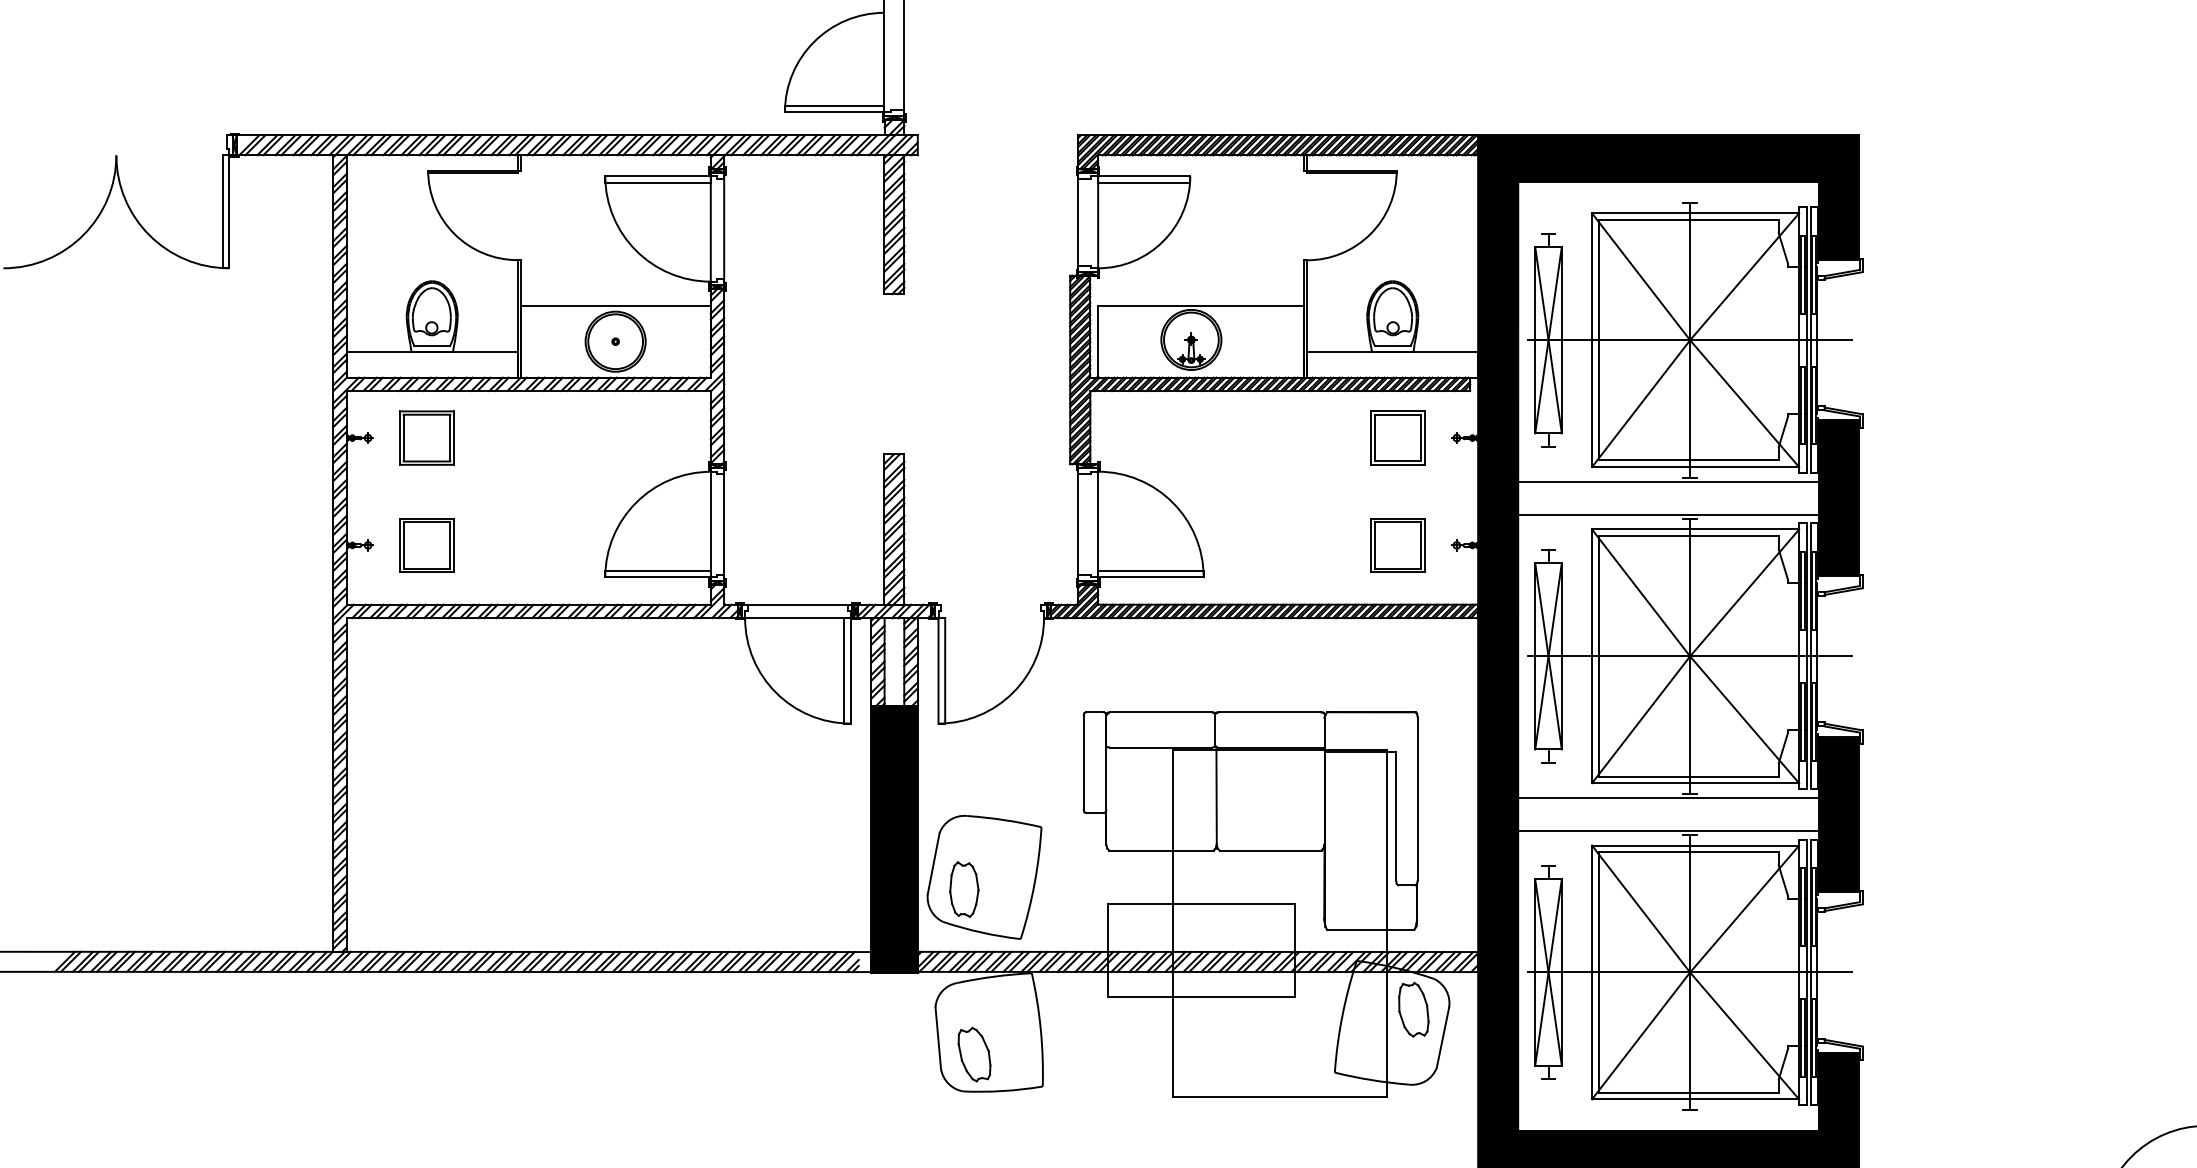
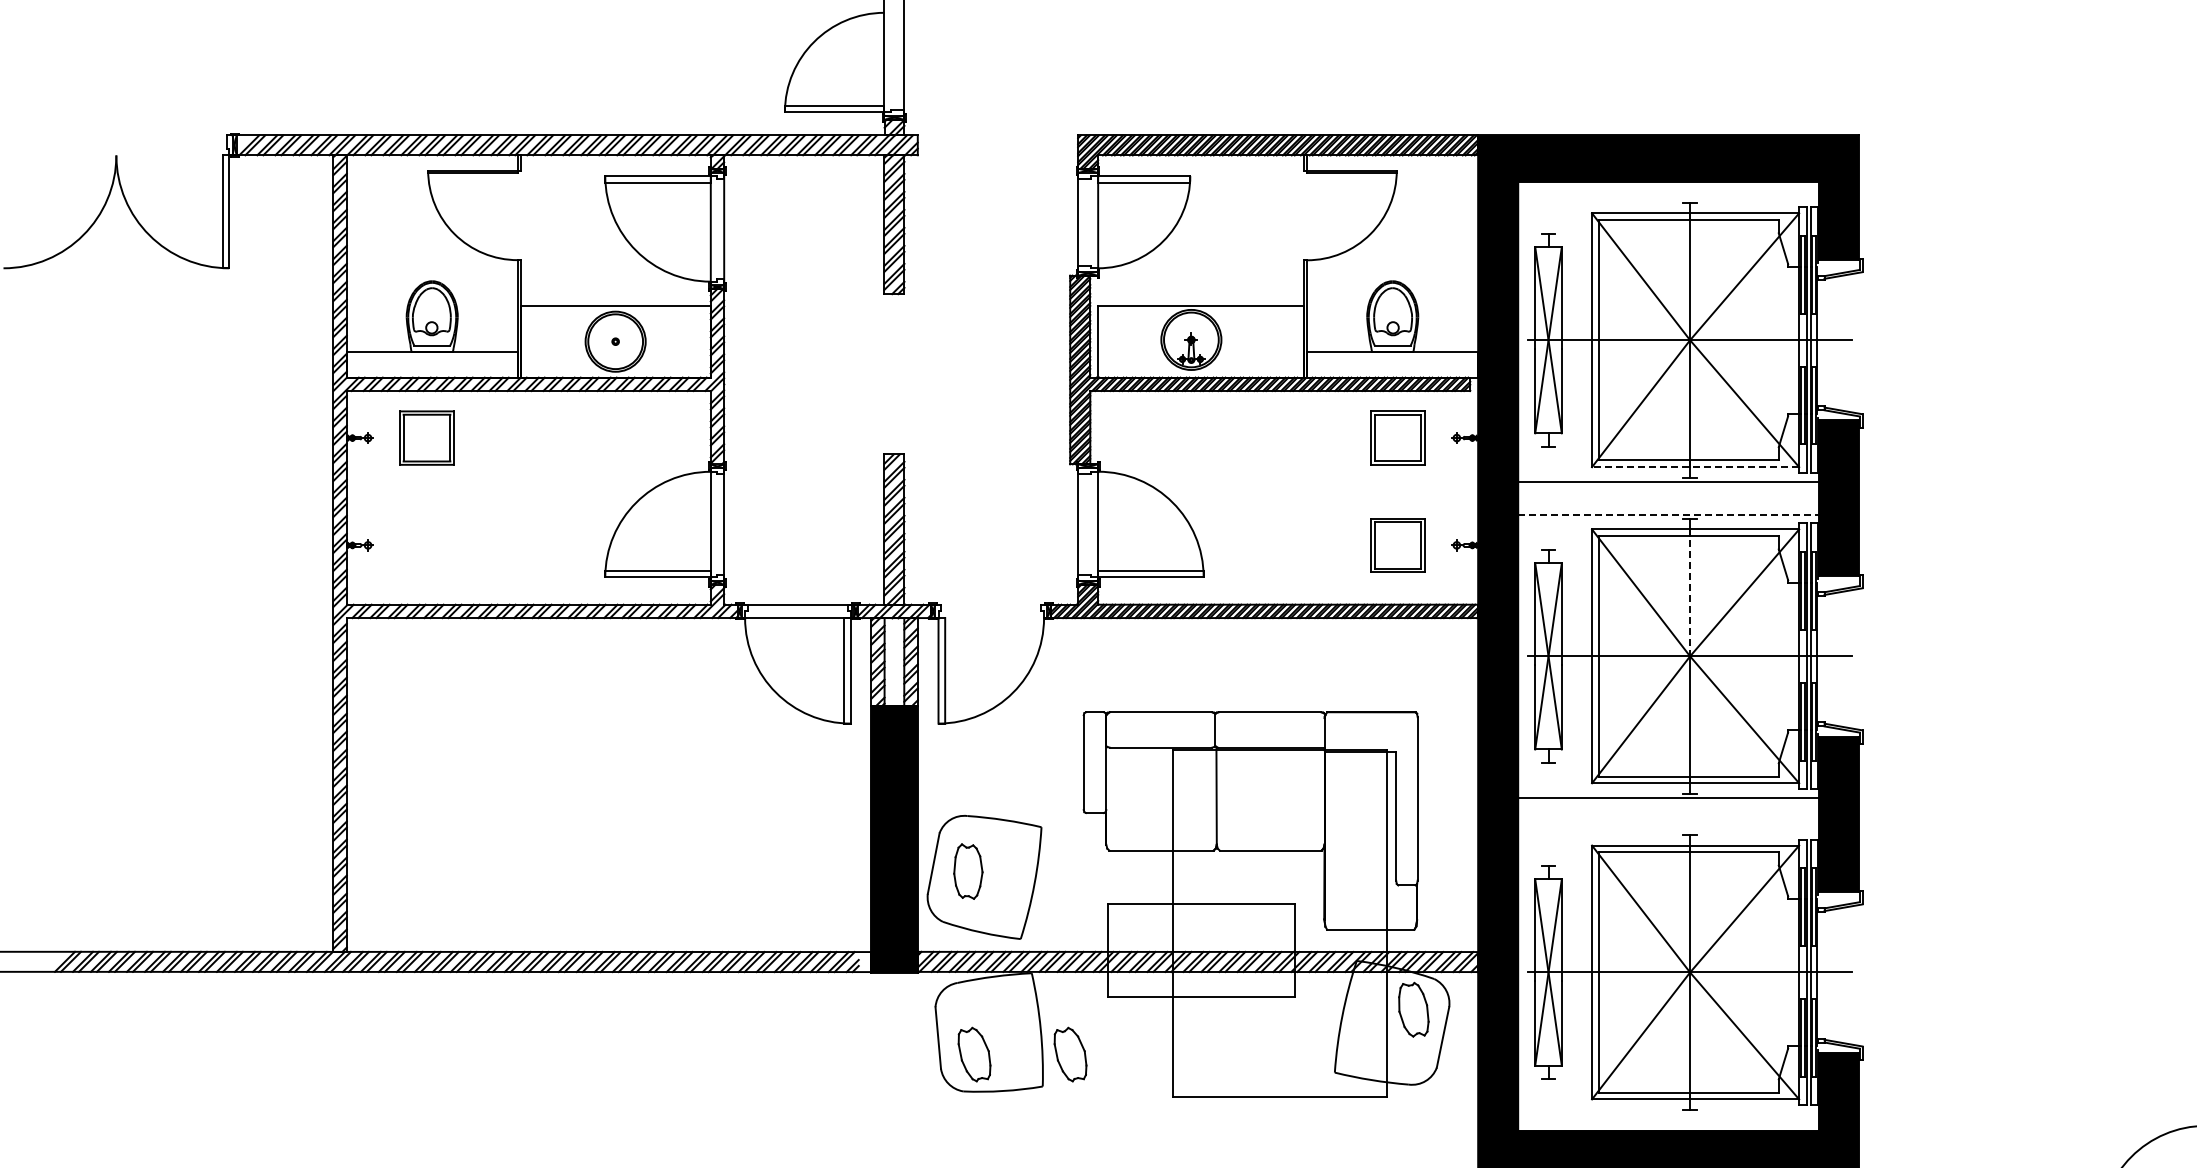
line at (1695, 467): solid -> dashed
line at (1668, 515): solid -> dashed
part at (426, 545): present -> none
line at (1690, 593): solid -> dashed
line at (1668, 831): present -> none
part at (964, 889) position: (964, 889) -> (968, 871)
part at (1070, 1054): none -> present
